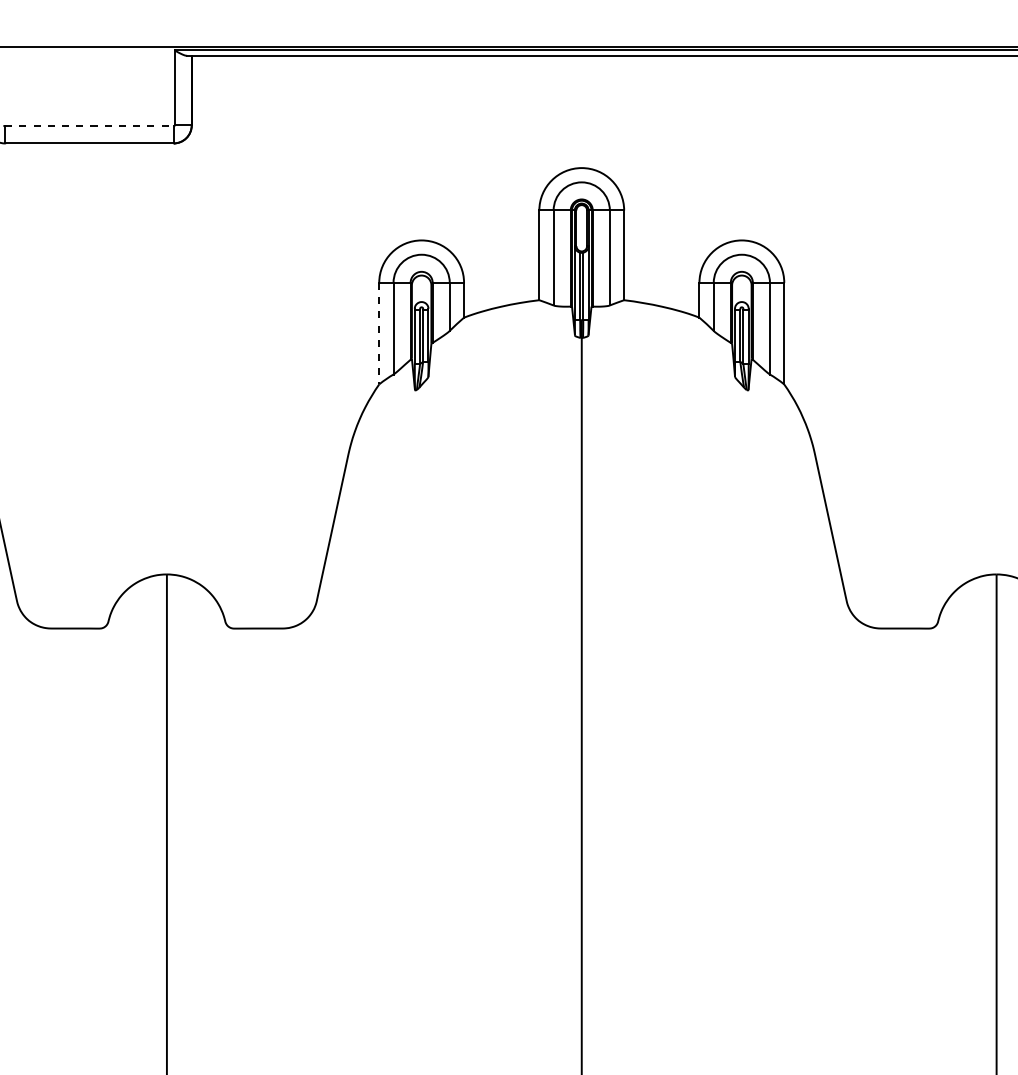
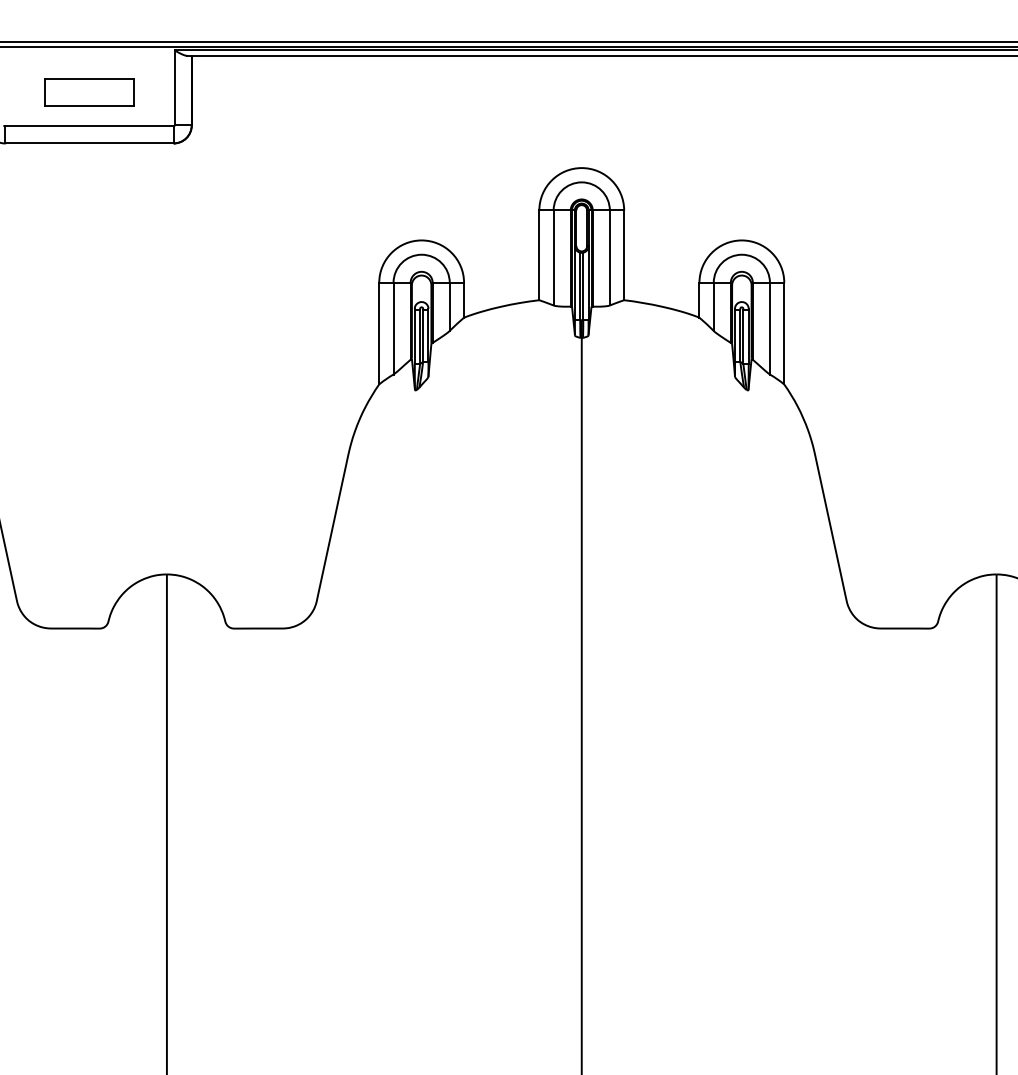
line at (508, 41): none -> present
part at (89, 92): none -> present
line at (89, 126): dashed -> solid
line at (379, 333): dashed -> solid
